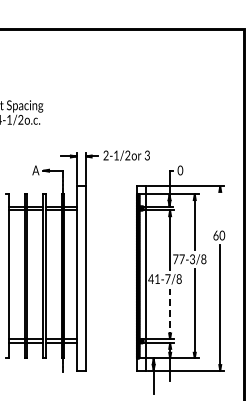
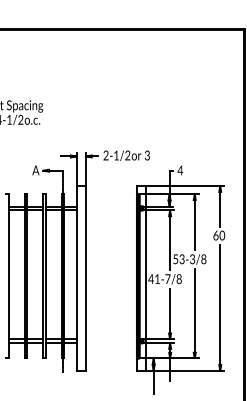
text at (180, 170): 0 -> 4
line at (220, 206): none -> present
text at (178, 259): 77-3/8 -> 53-3/8
line at (170, 313): dashed -> solid
